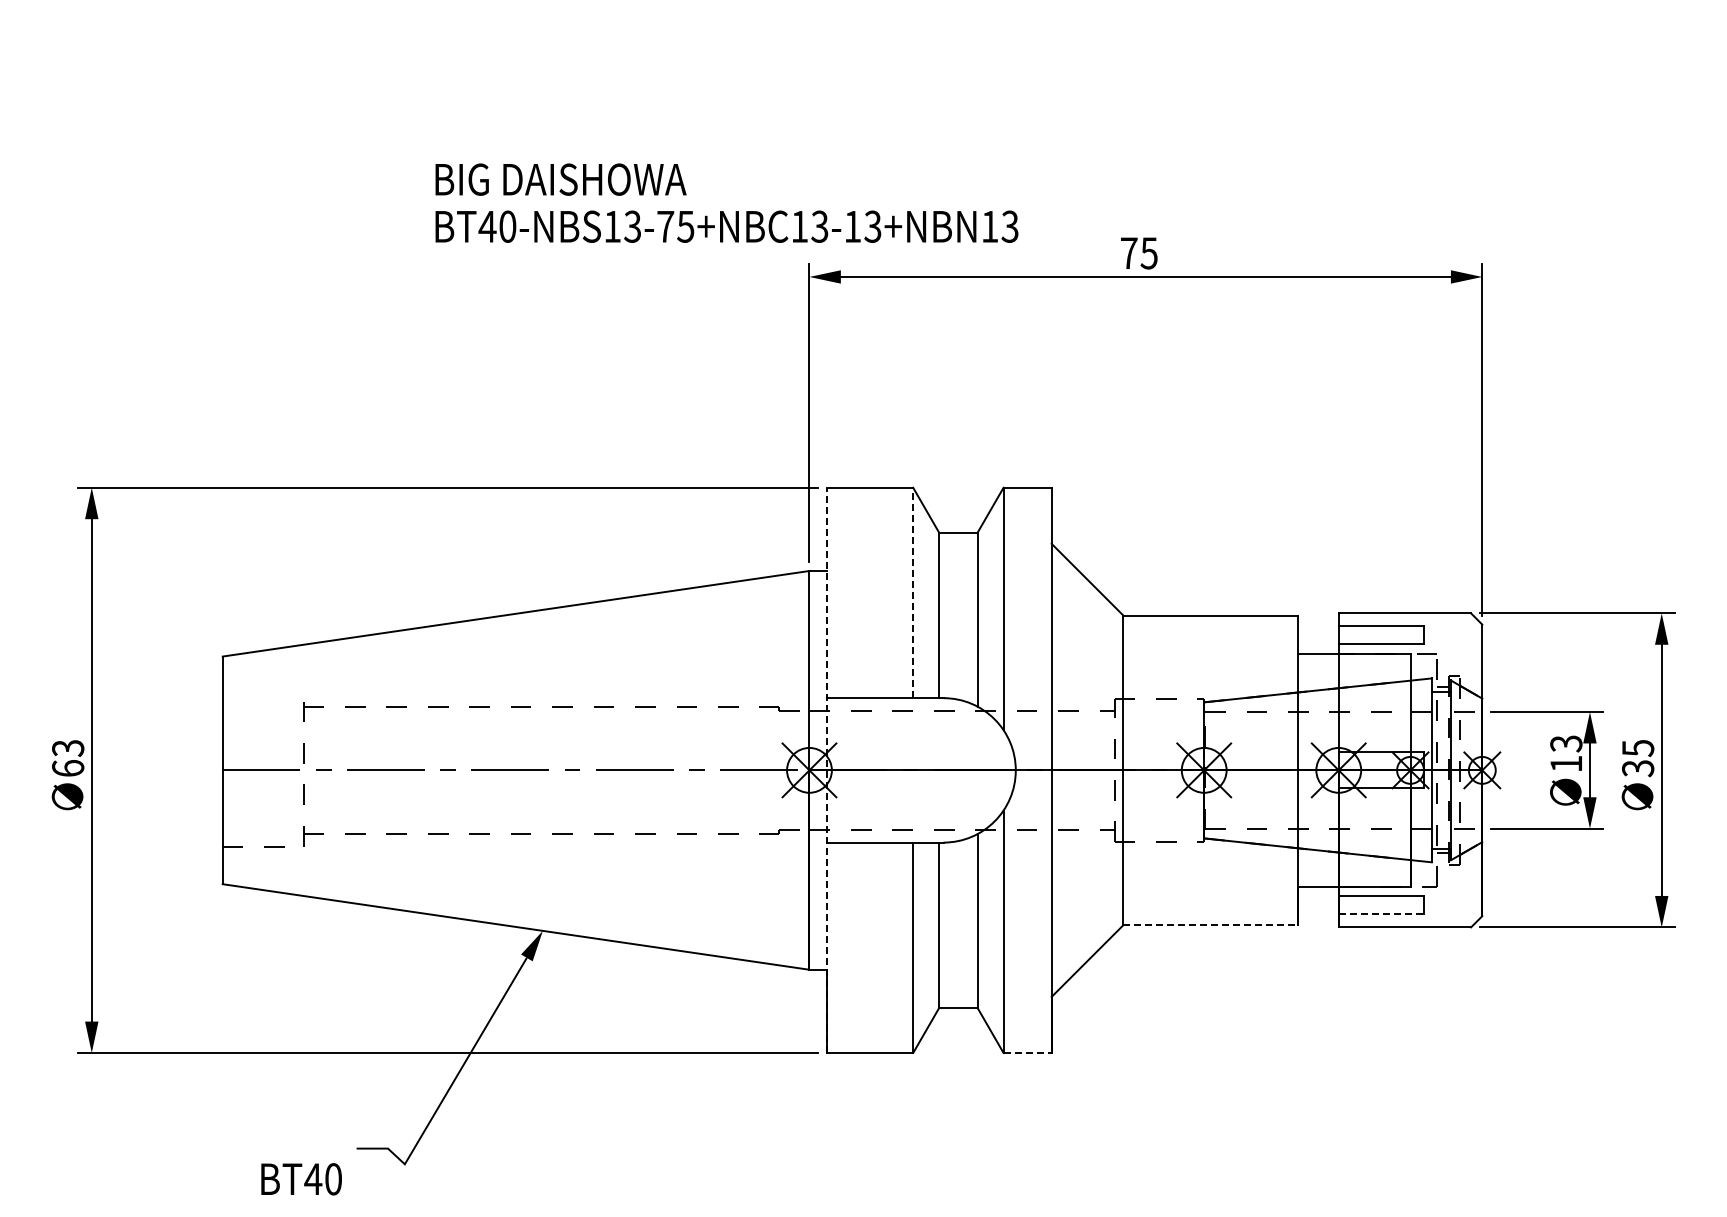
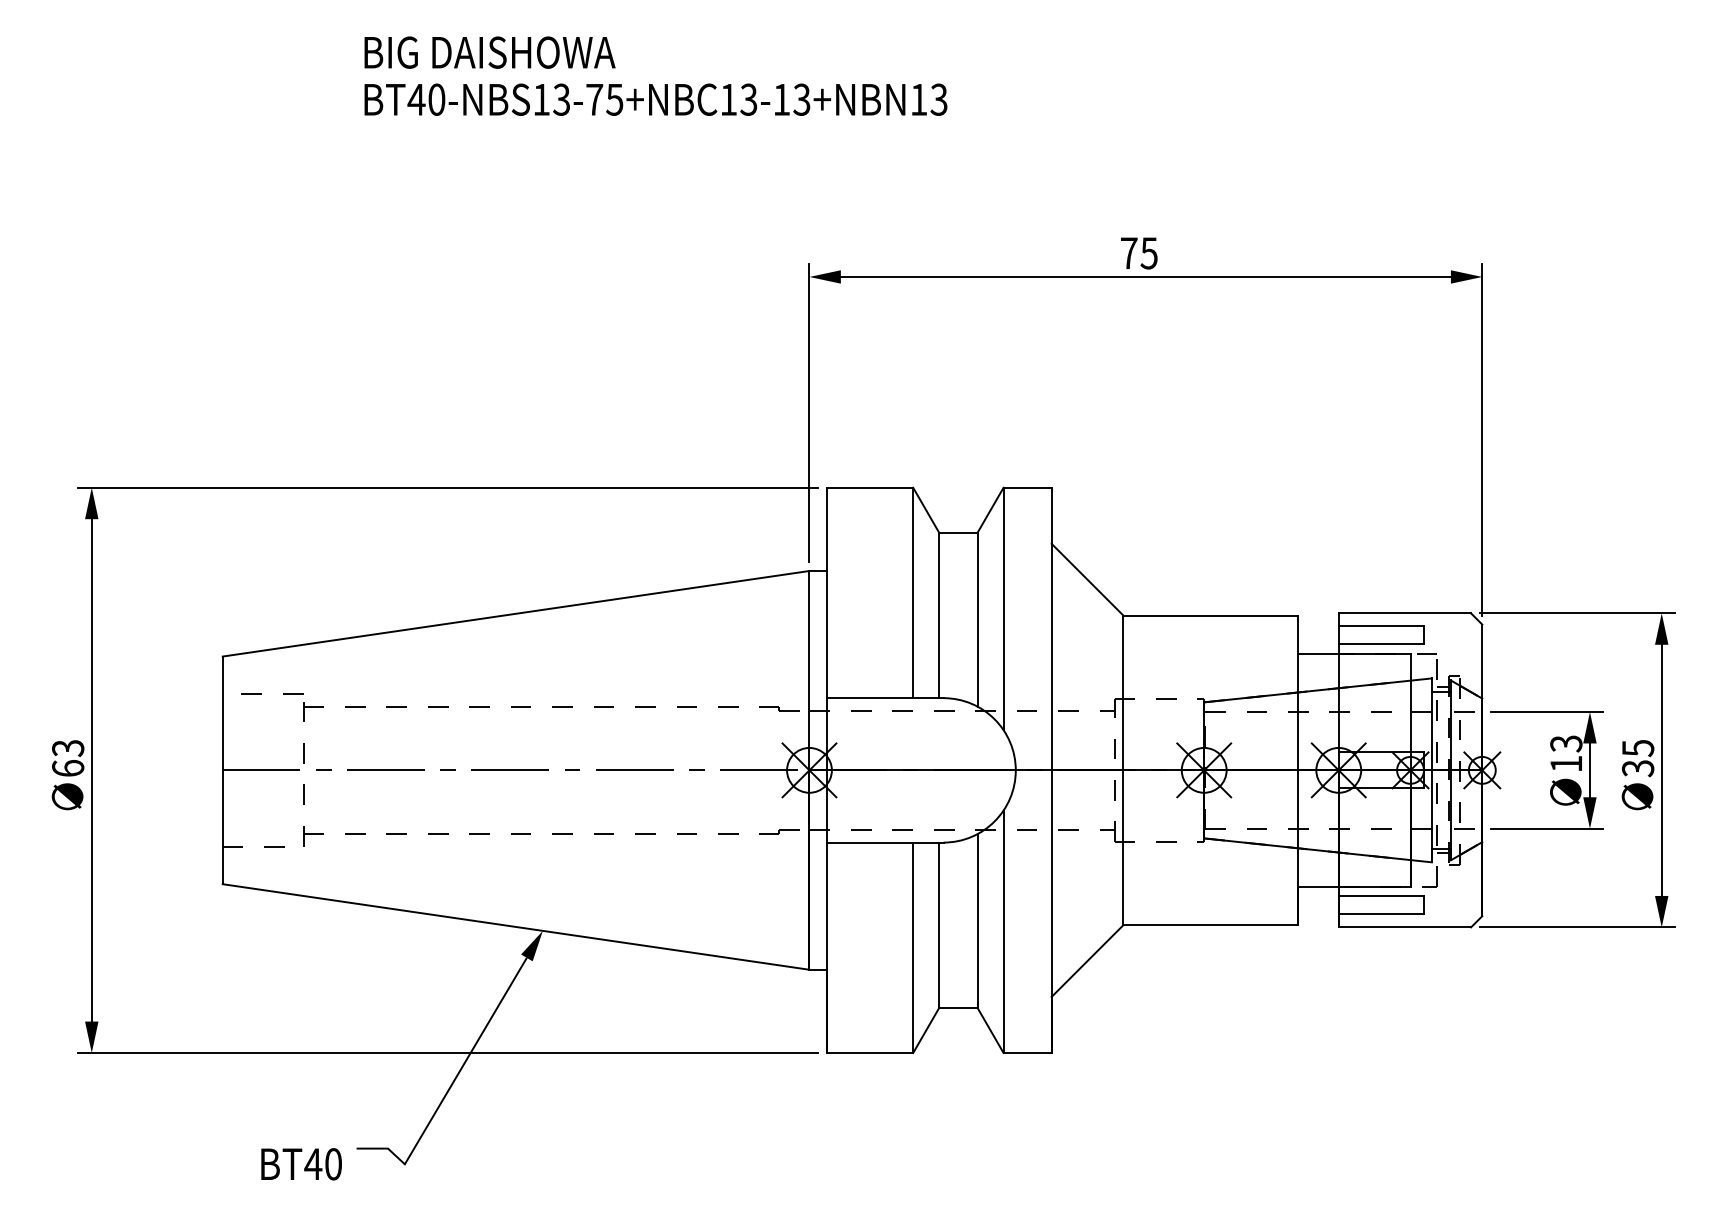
text at (726, 202) position: (726, 202) -> (655, 75)
line at (913, 592): dashed -> solid
line at (261, 693): none -> present
line at (827, 770): dashed -> solid
line at (1381, 914): dashed -> solid
line at (1211, 925): dashed -> solid
line at (1028, 1052): dashed -> solid
text at (301, 1179) position: (301, 1179) -> (301, 1164)
